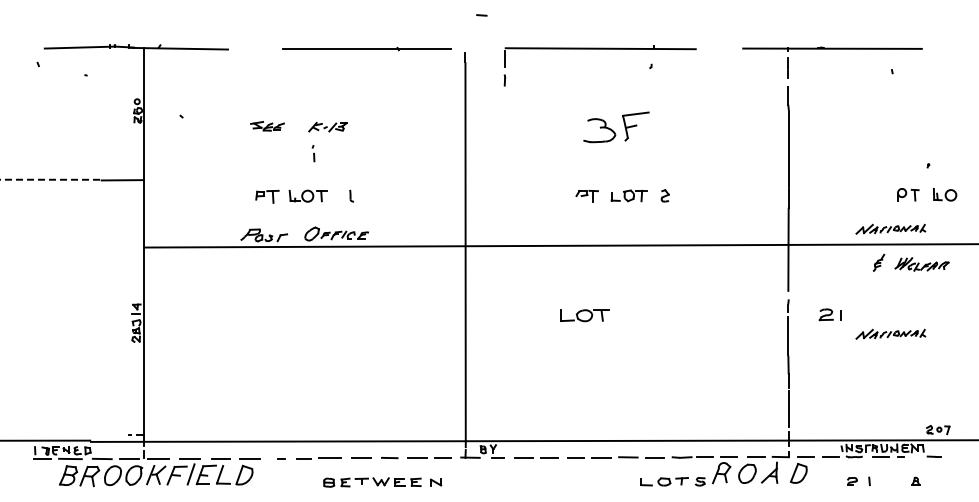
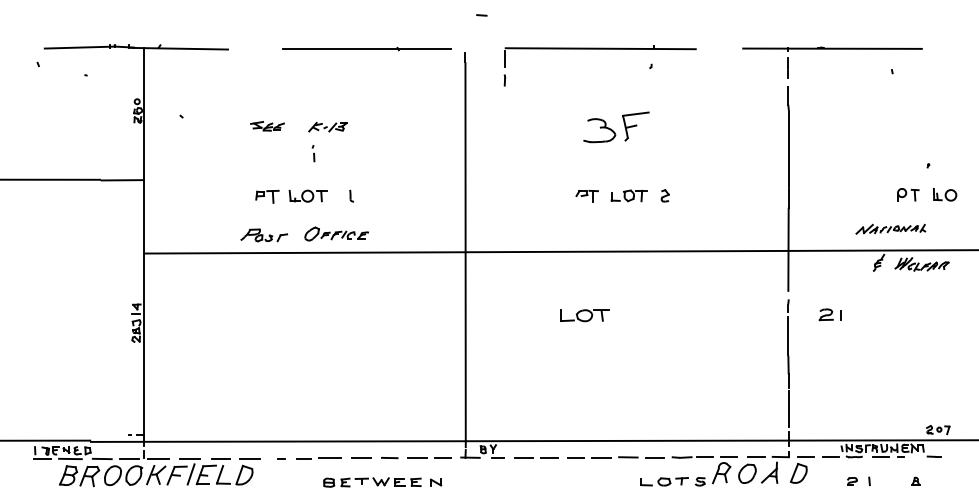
line at (50, 179): dashed -> solid
line at (559, 245) position: (559, 245) -> (559, 251)
part at (890, 333): present -> none
